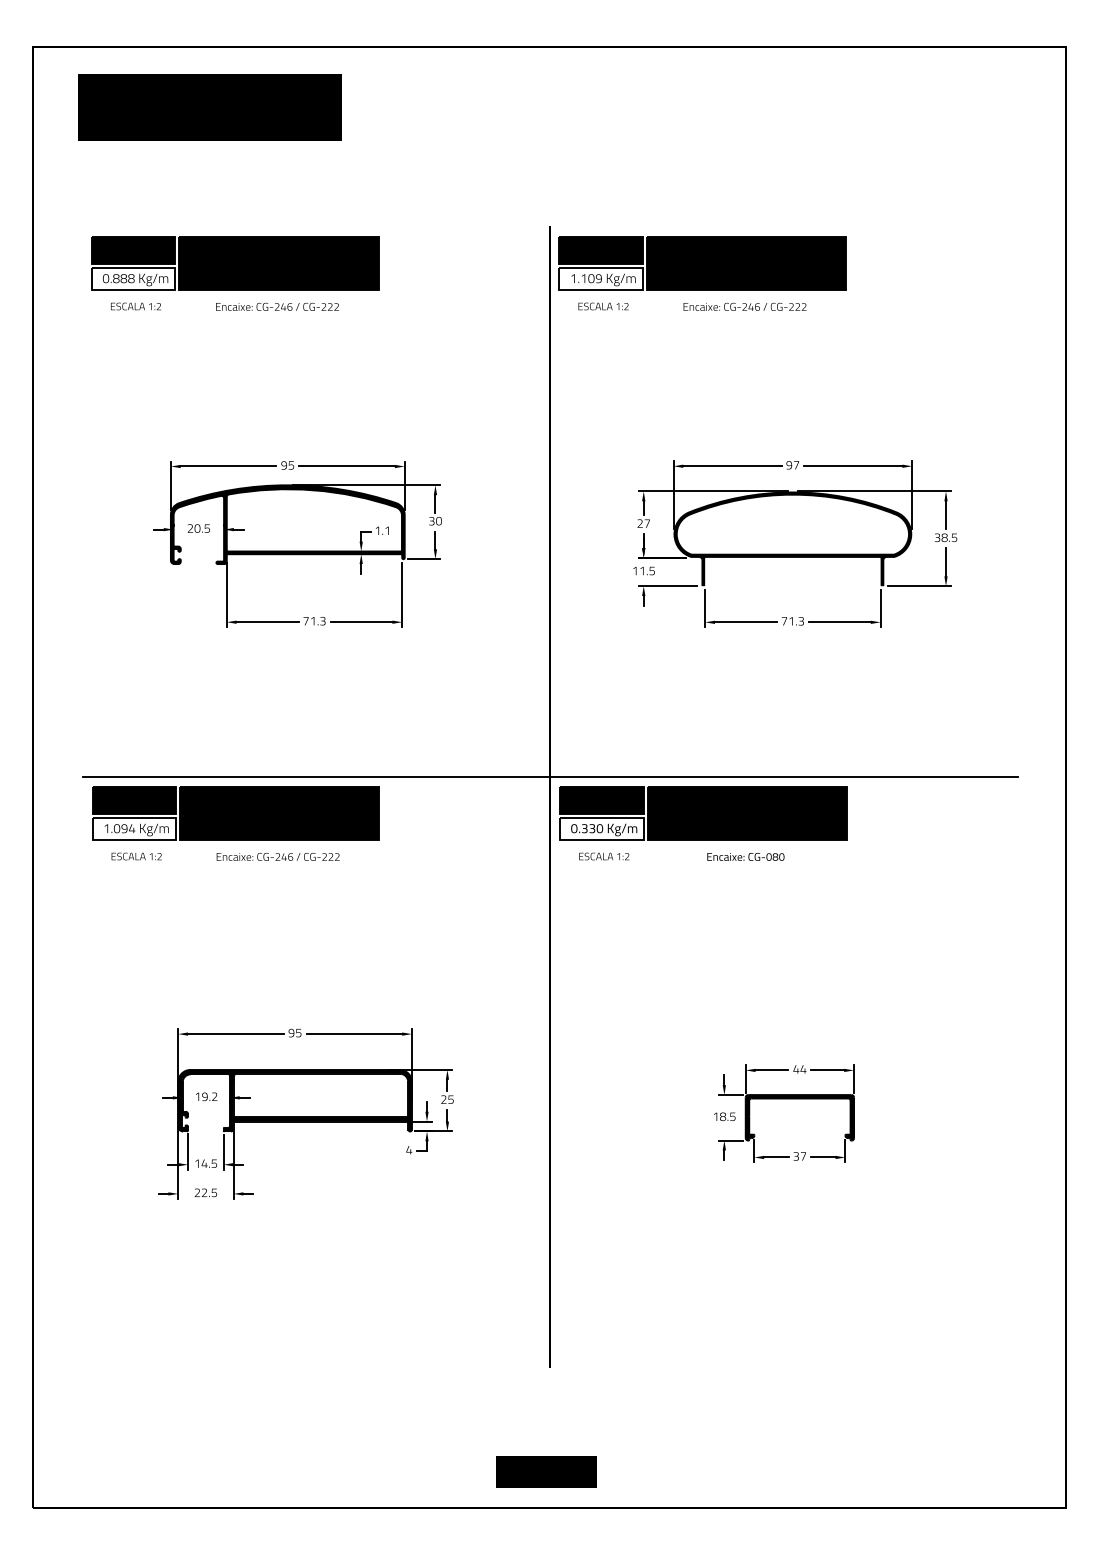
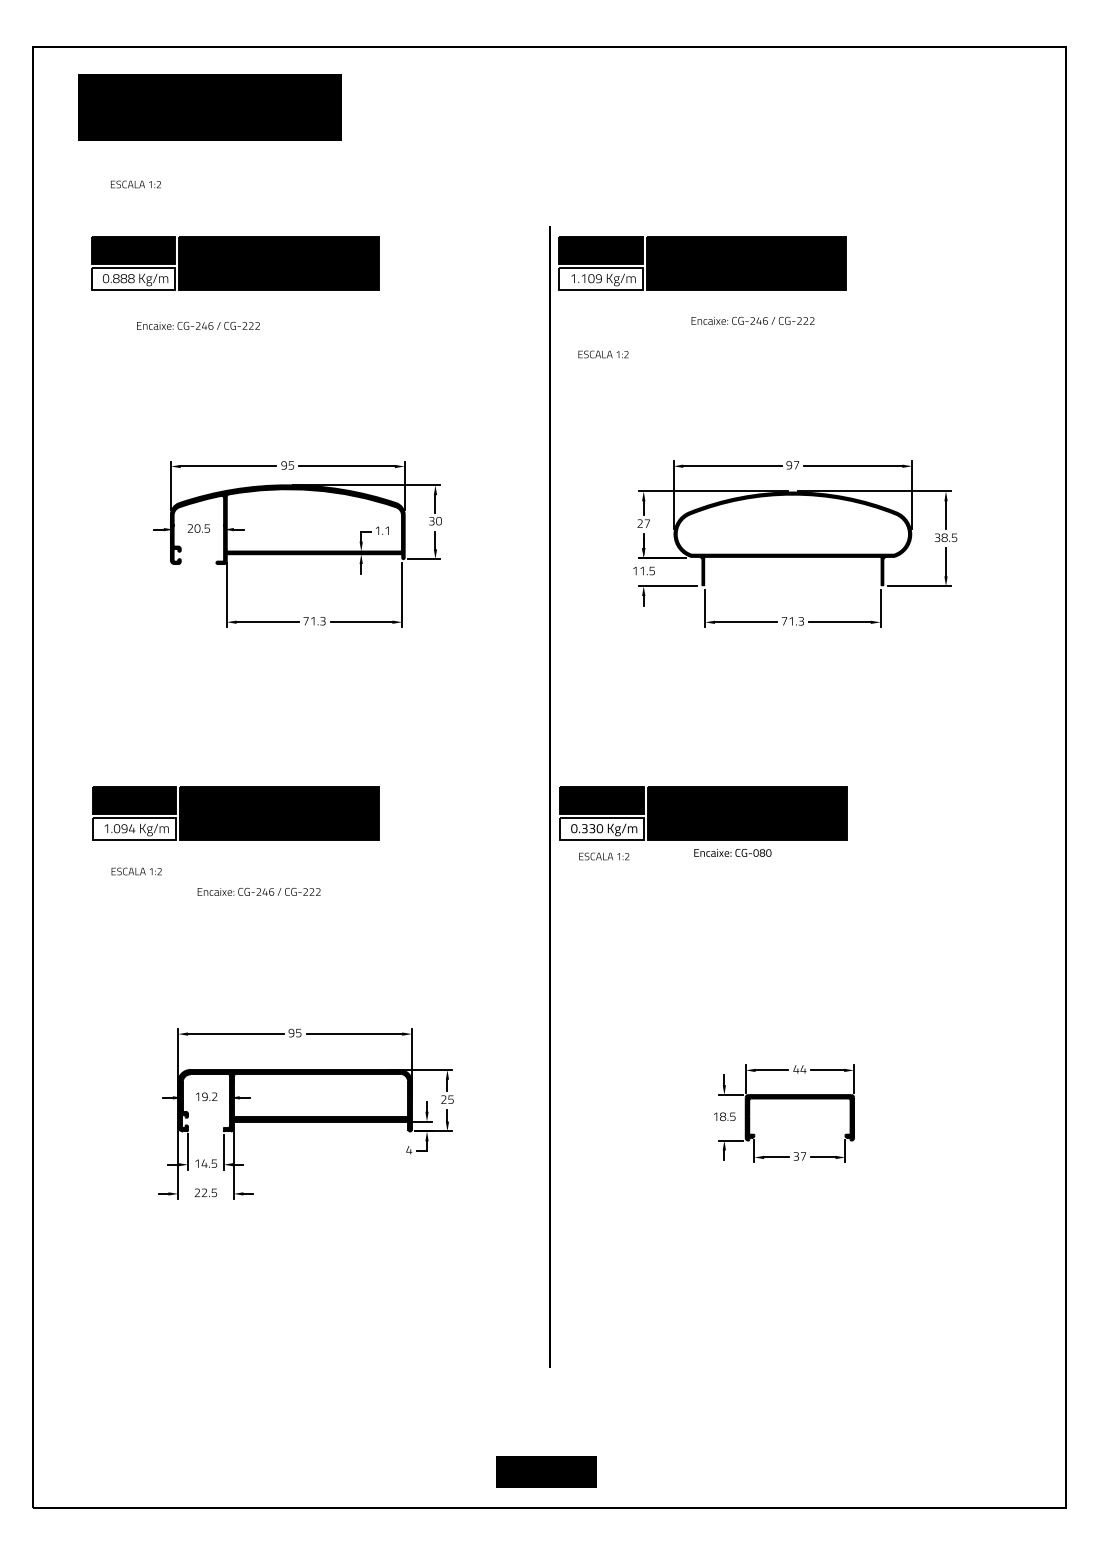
text at (135, 306) position: (135, 306) -> (135, 184)
text at (277, 306) position: (277, 306) -> (198, 325)
text at (603, 306) position: (603, 306) -> (603, 354)
text at (744, 306) position: (744, 306) -> (752, 320)
line at (549, 777): present -> none
text at (136, 856) position: (136, 856) -> (136, 871)
text at (277, 856) position: (277, 856) -> (258, 891)
text at (745, 856) position: (745, 856) -> (732, 852)
